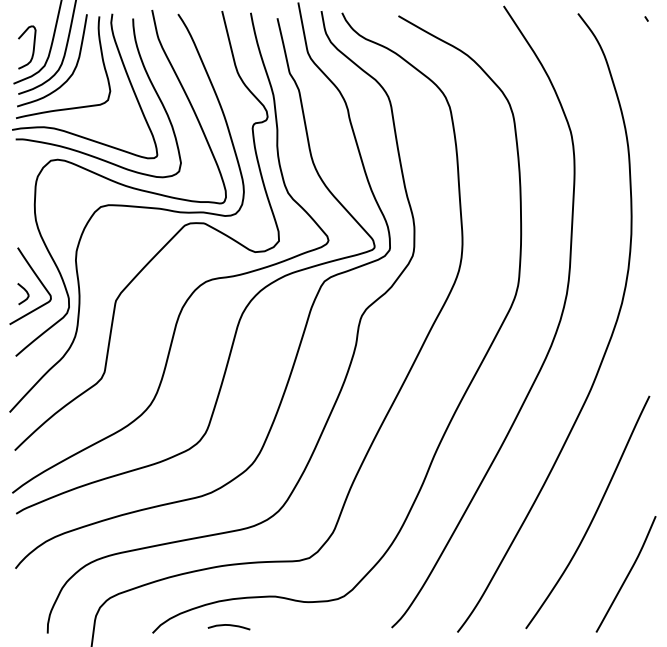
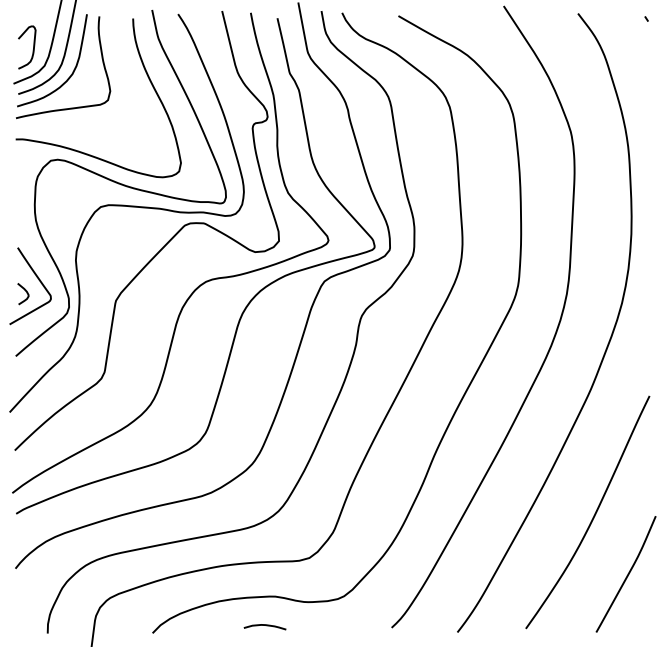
curve at (125, 73): present -> none
curve at (228, 625) position: (228, 625) -> (264, 625)
